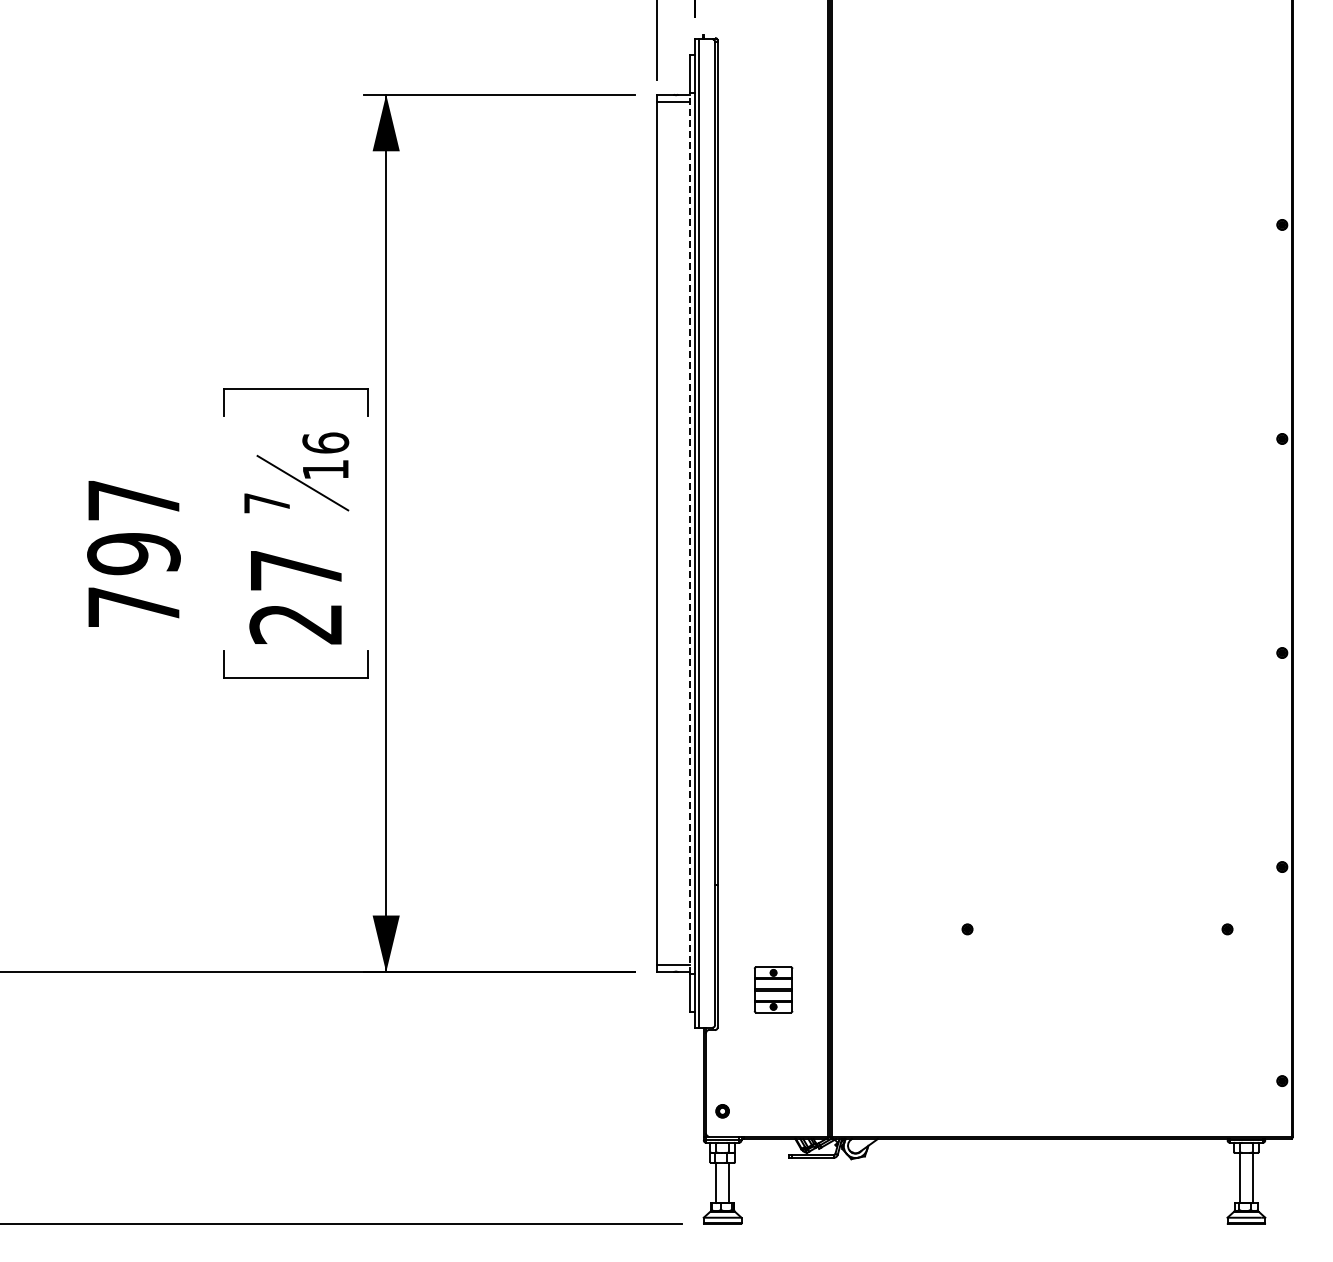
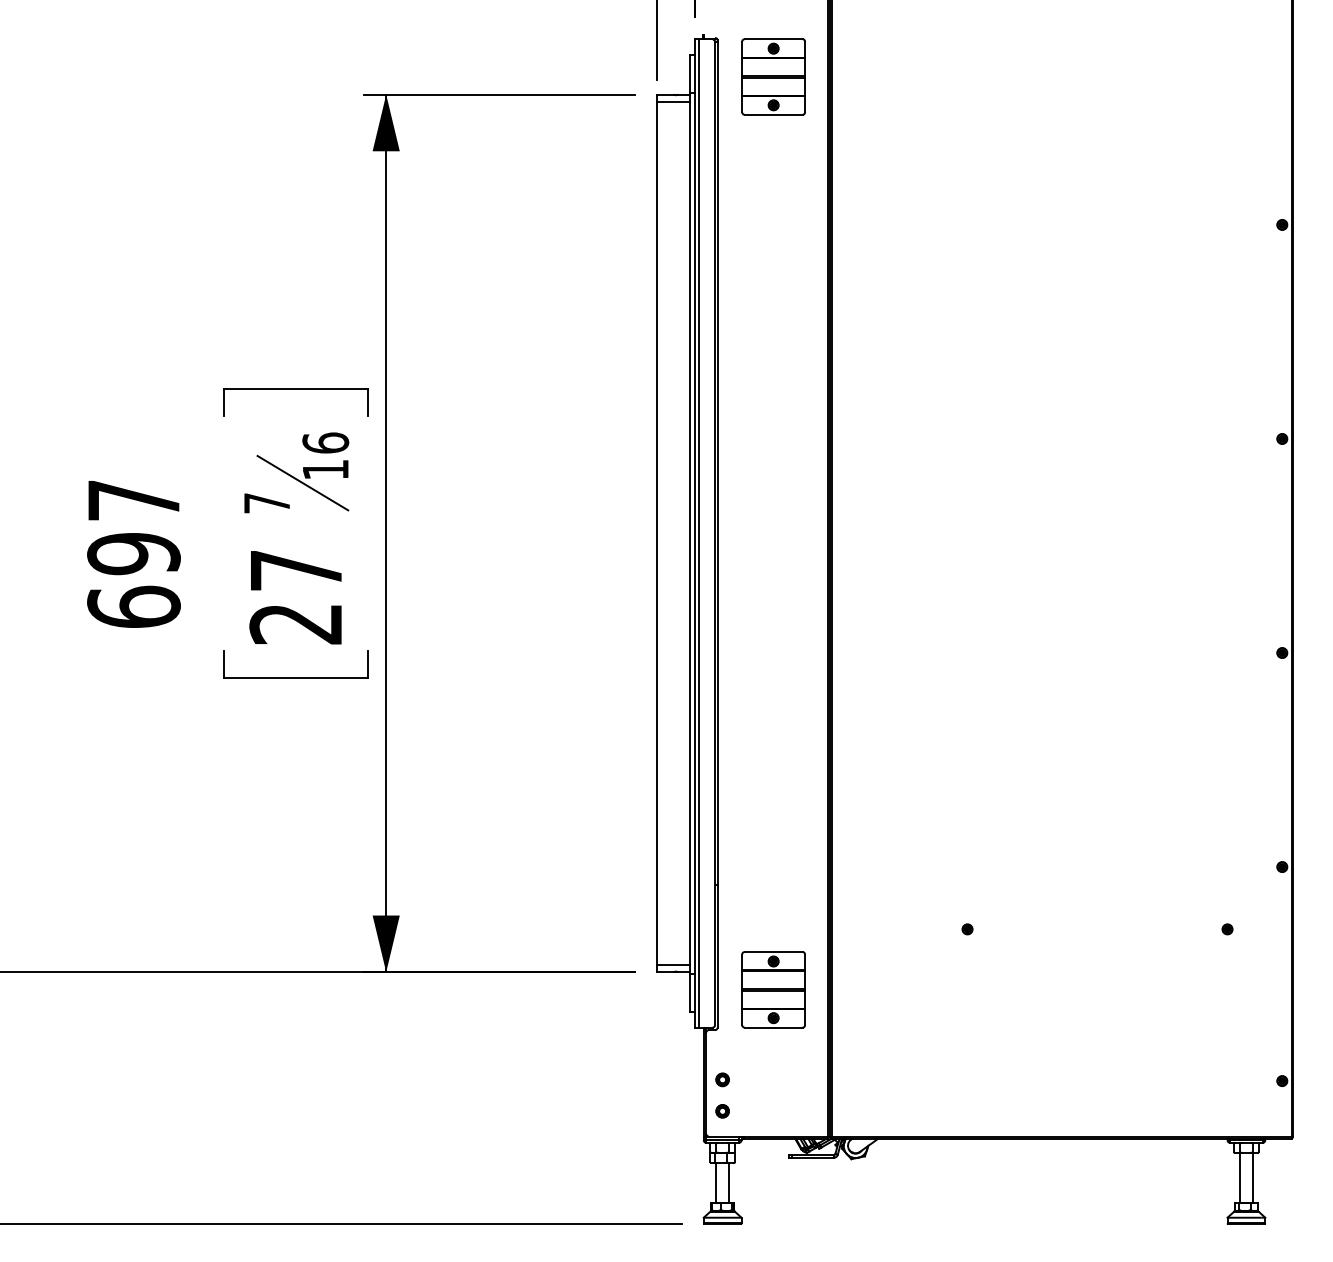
part at (773, 76): none -> present
line at (689, 533): dashed -> solid
text at (133, 606): 797 -> 697
part at (773, 989) size: 41x48 px -> 65x78 px
part at (722, 1079): none -> present
